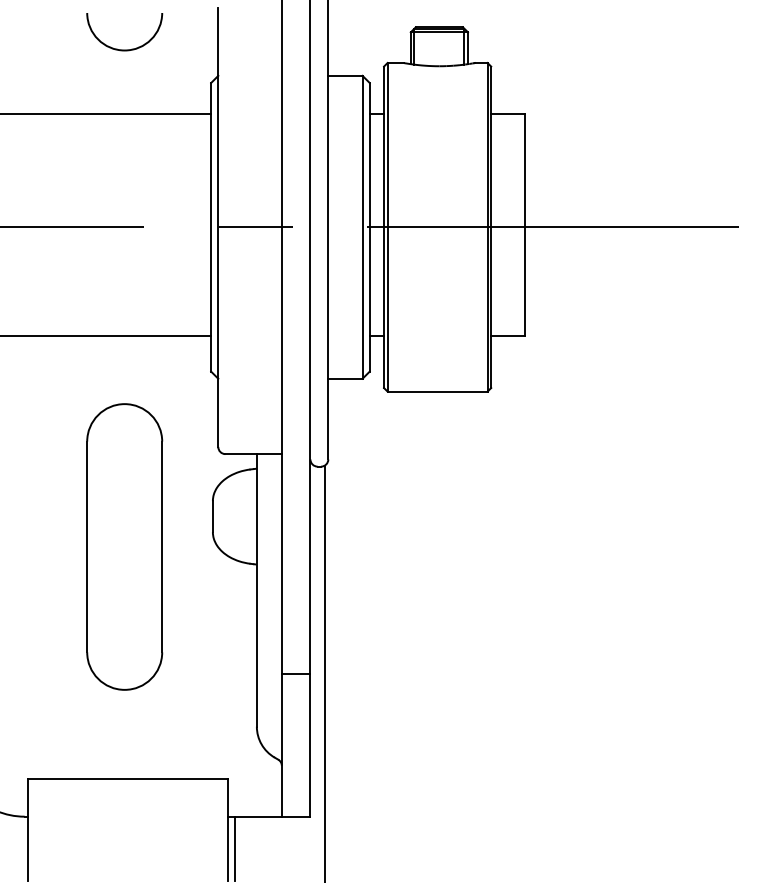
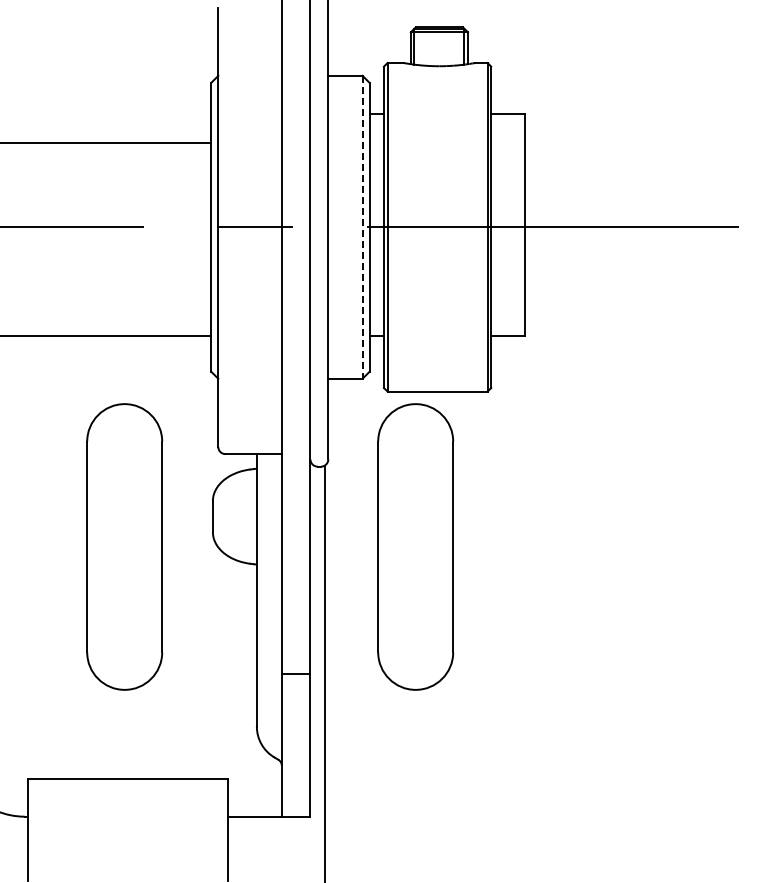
arc at (124, 49): present -> none
line at (106, 113) position: (106, 113) -> (106, 142)
line at (362, 227): solid -> dashed
part at (415, 546): none -> present
line at (235, 847): present -> none
